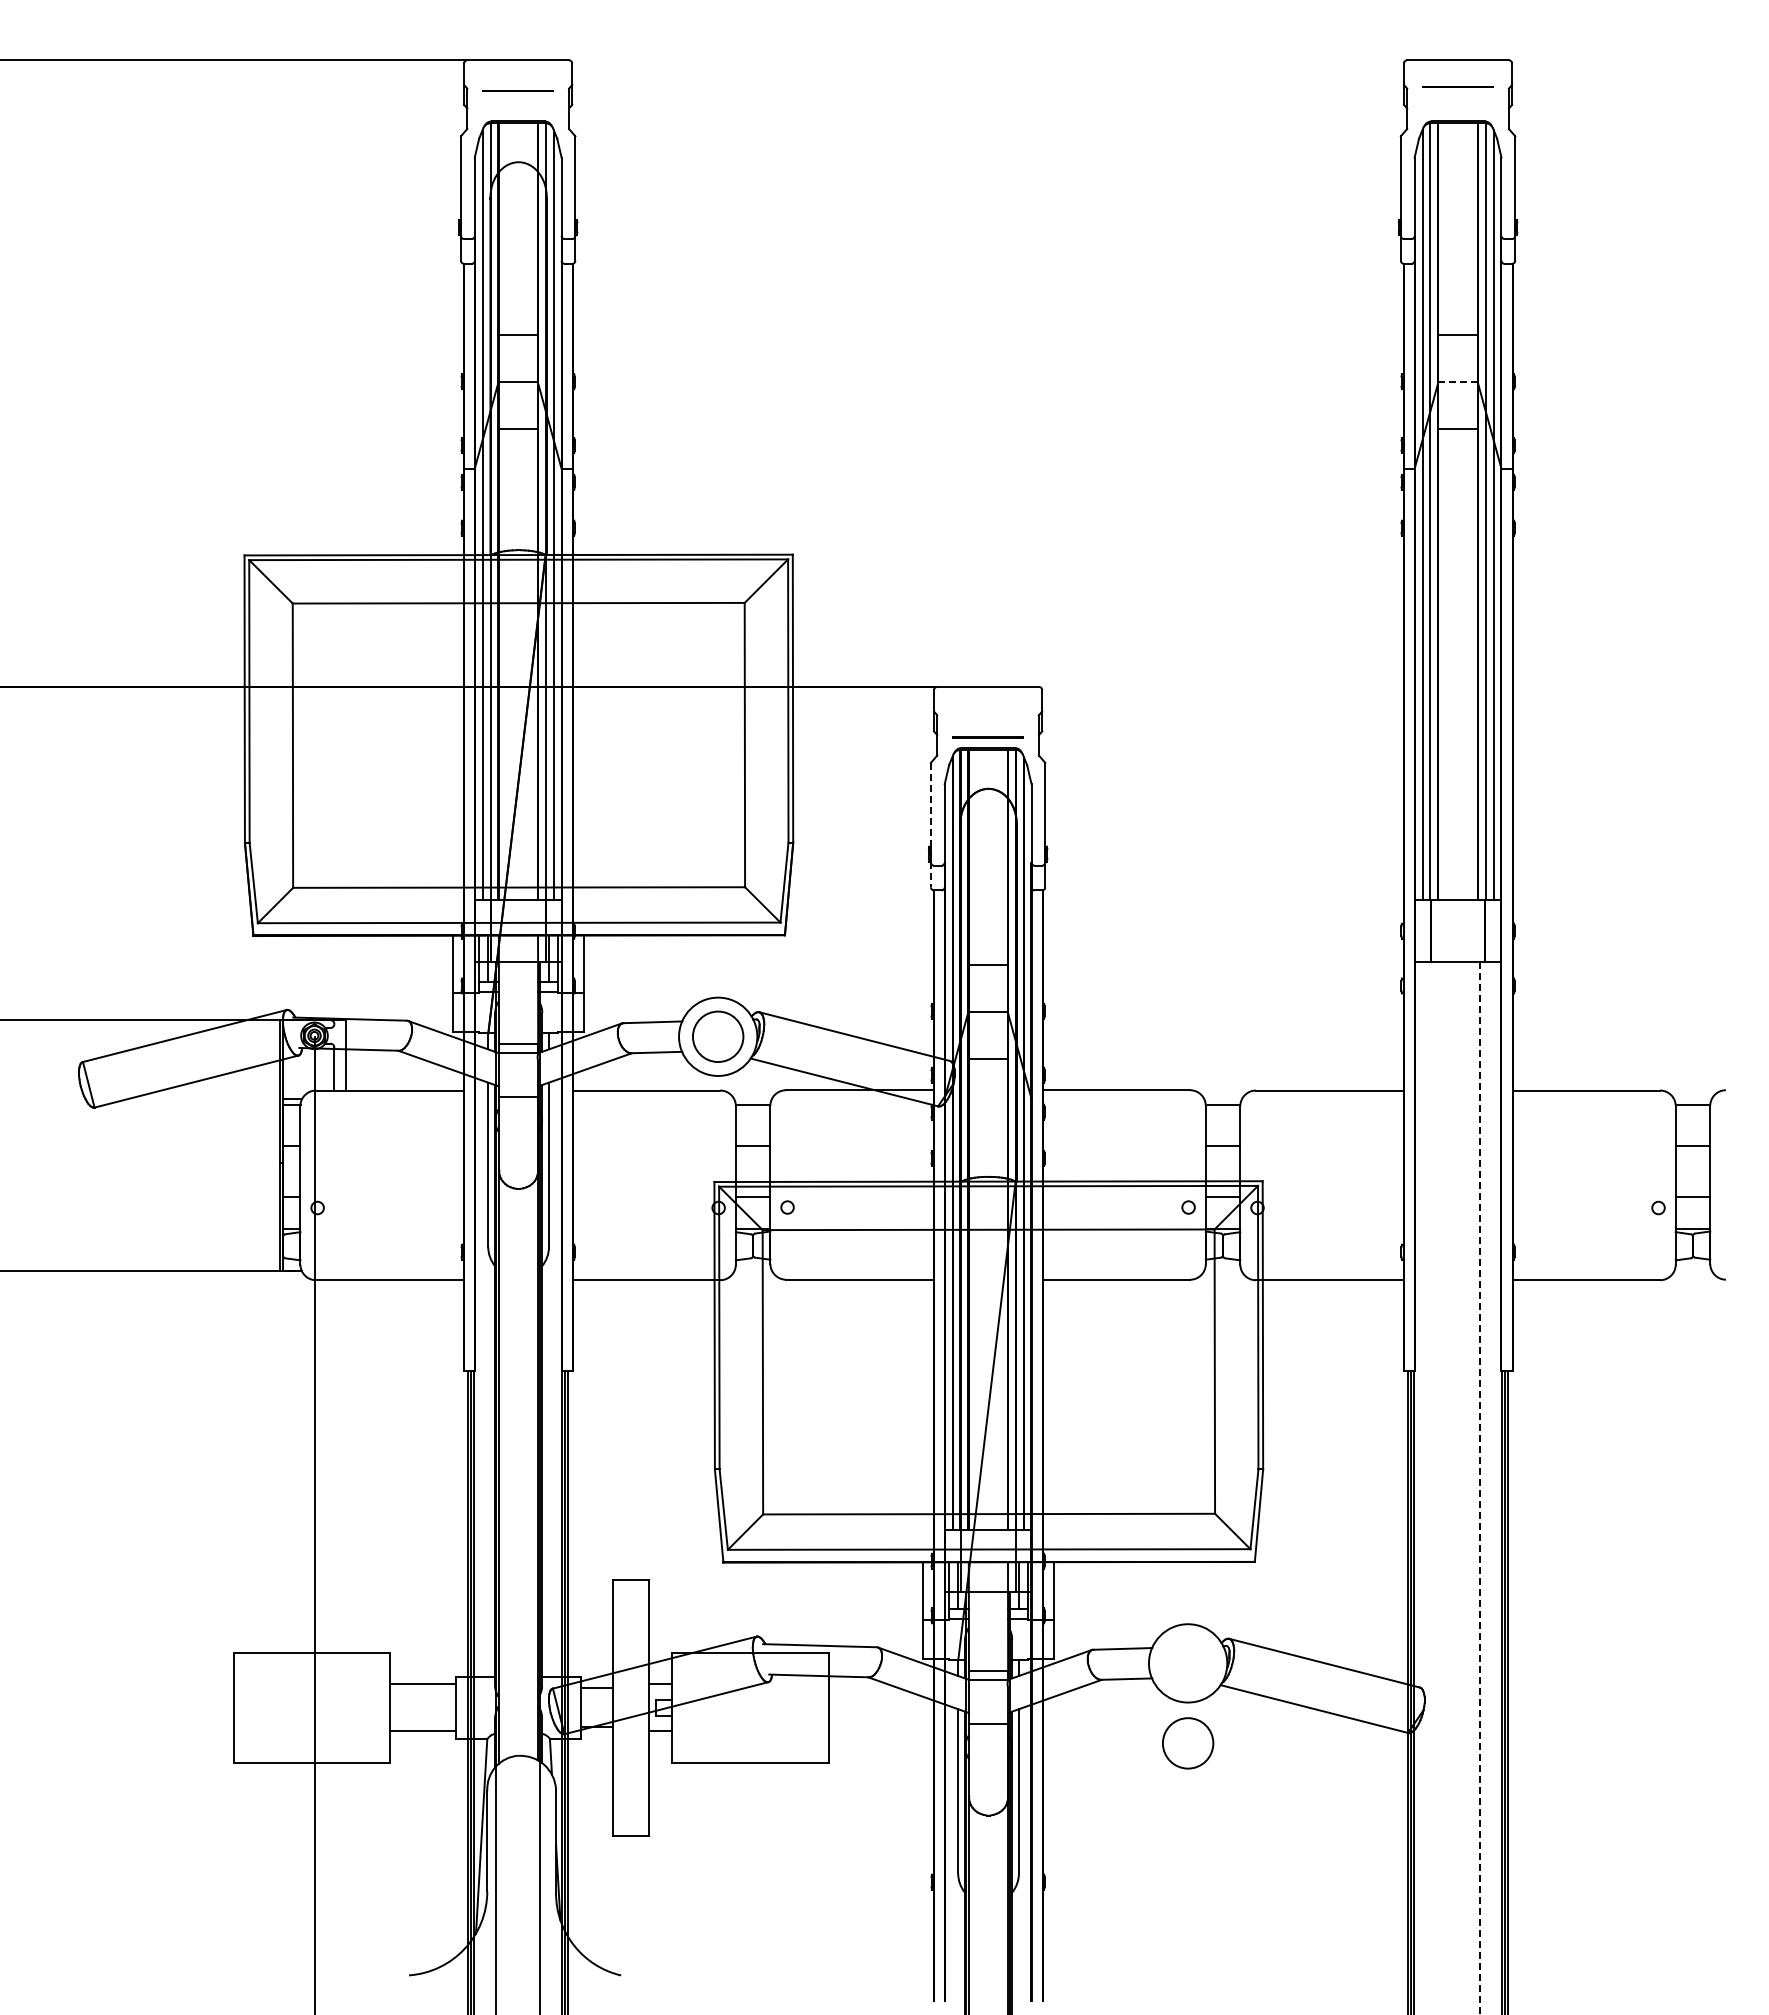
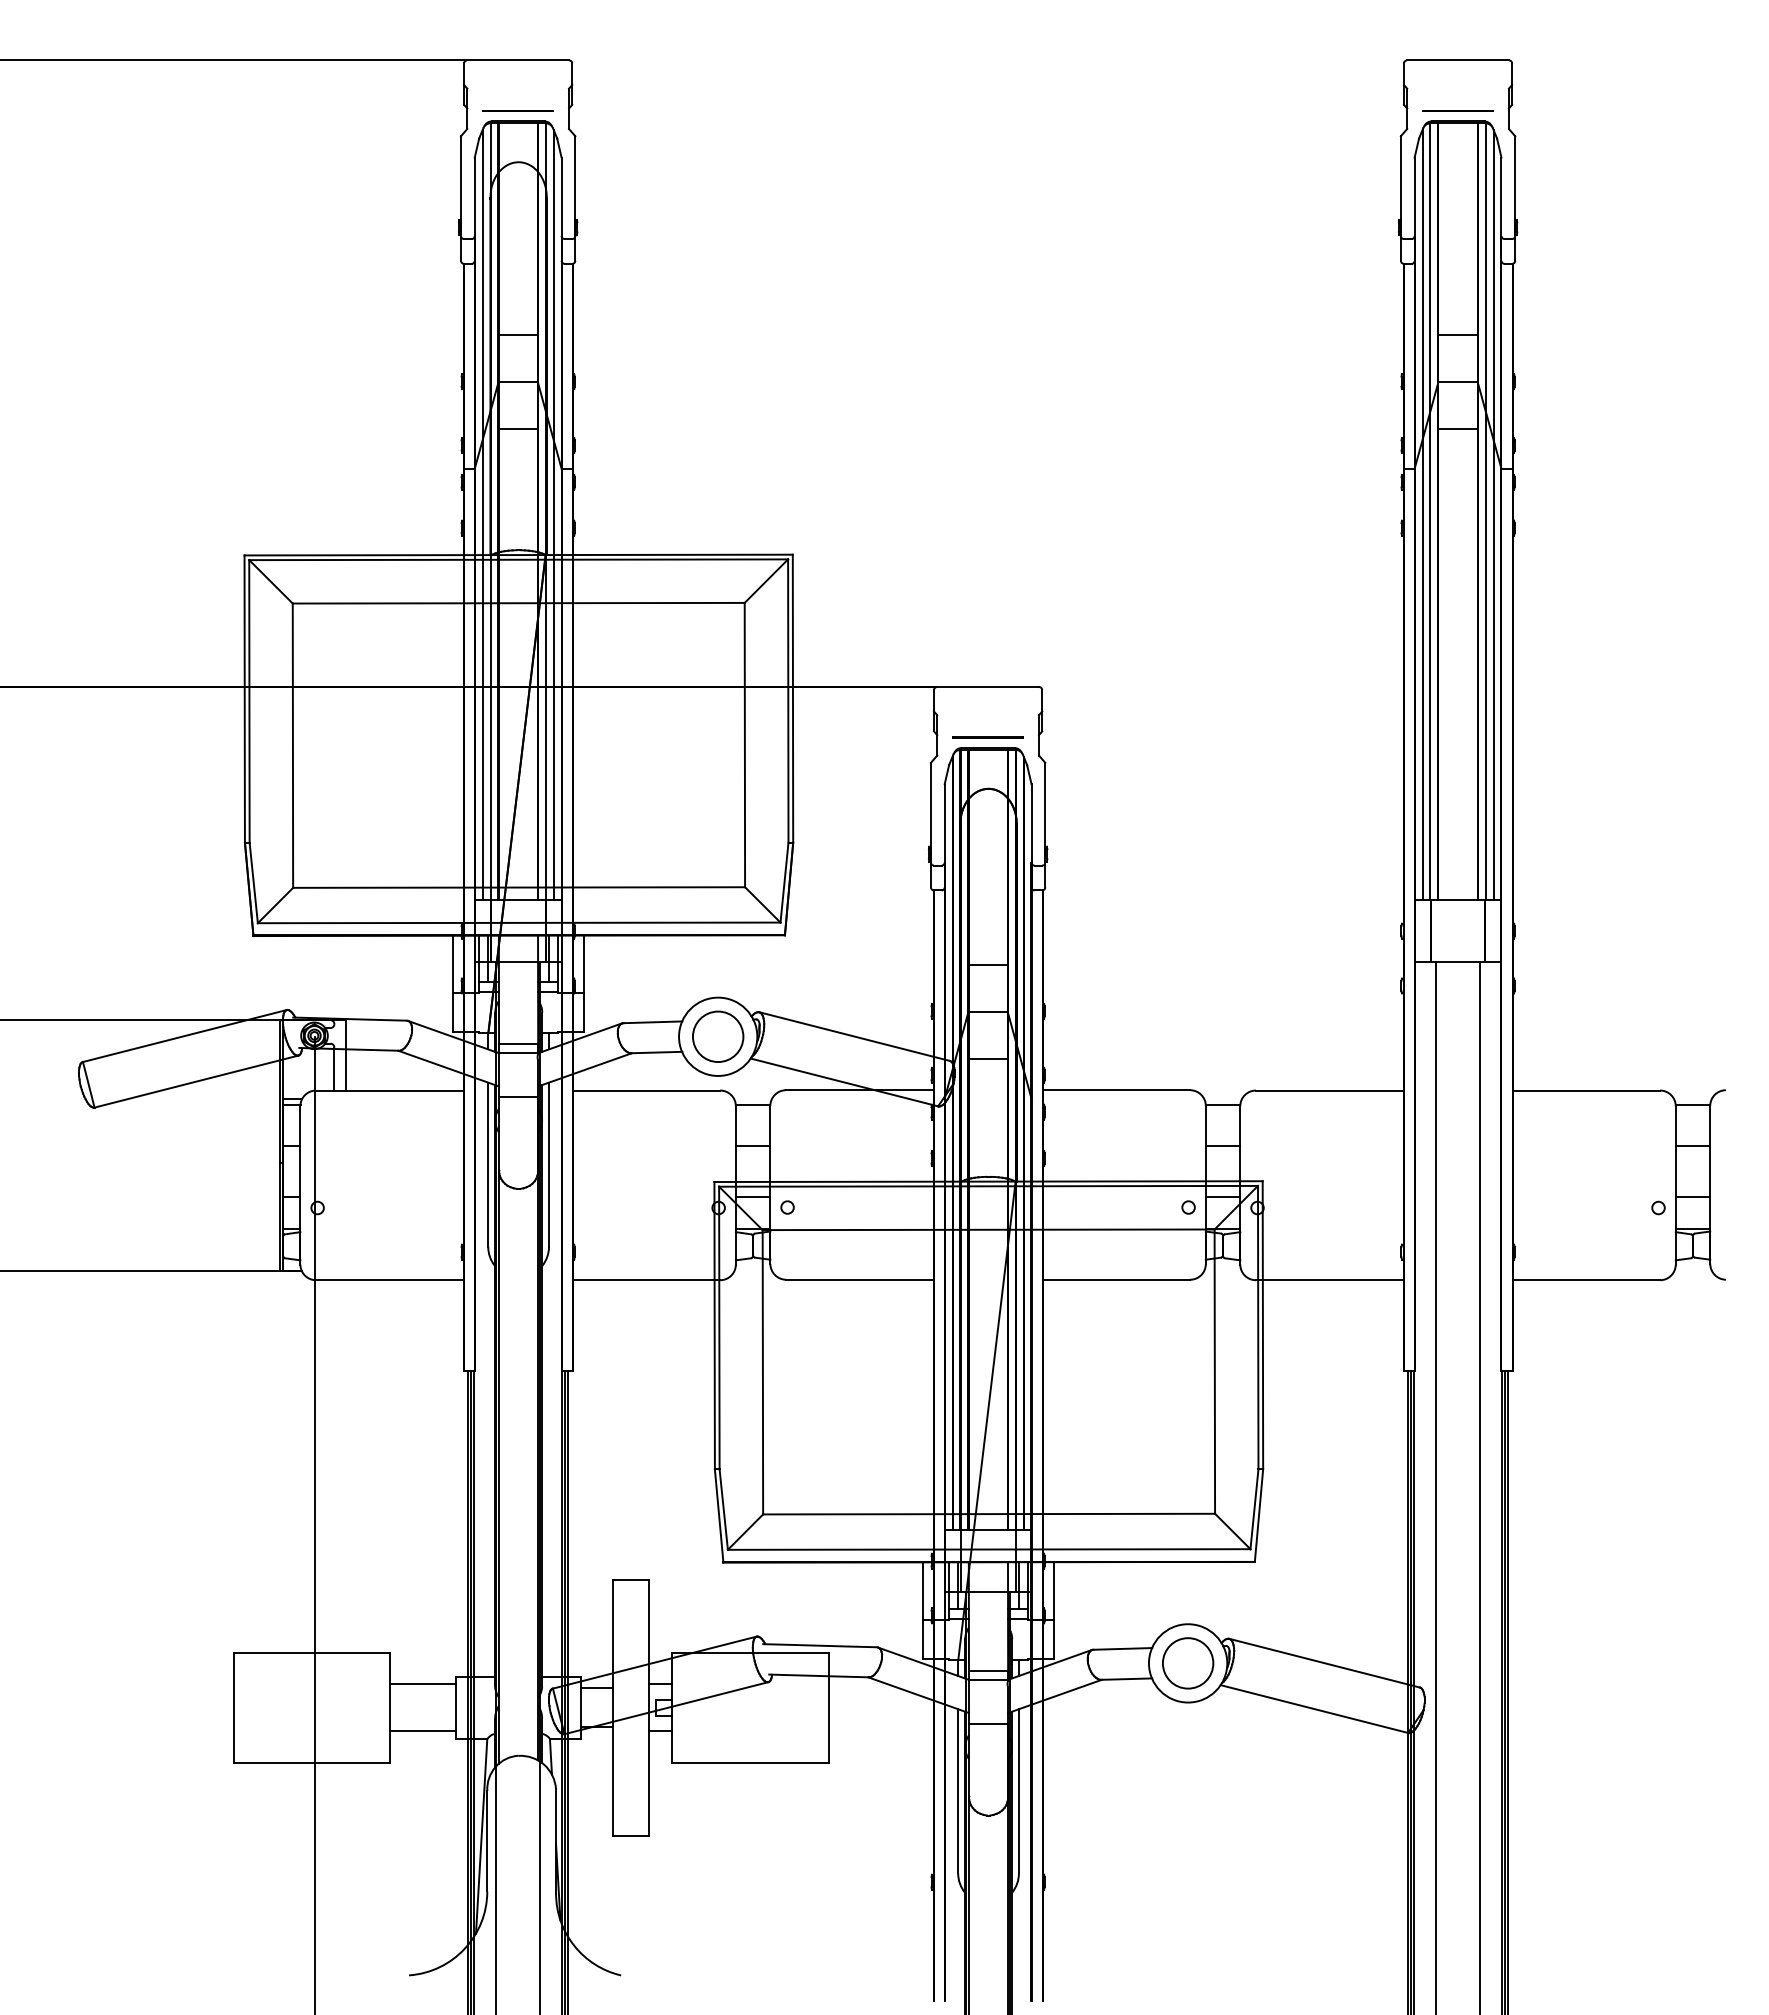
line at (1457, 86) position: (1457, 86) -> (1457, 110)
line at (517, 90) position: (517, 90) -> (517, 110)
line at (1458, 381): dashed -> solid
line at (930, 825): dashed -> solid
line at (1436, 1486): none -> present
line at (1479, 1489): dashed -> solid
circle at (1188, 1743) position: (1188, 1743) -> (1188, 1663)
